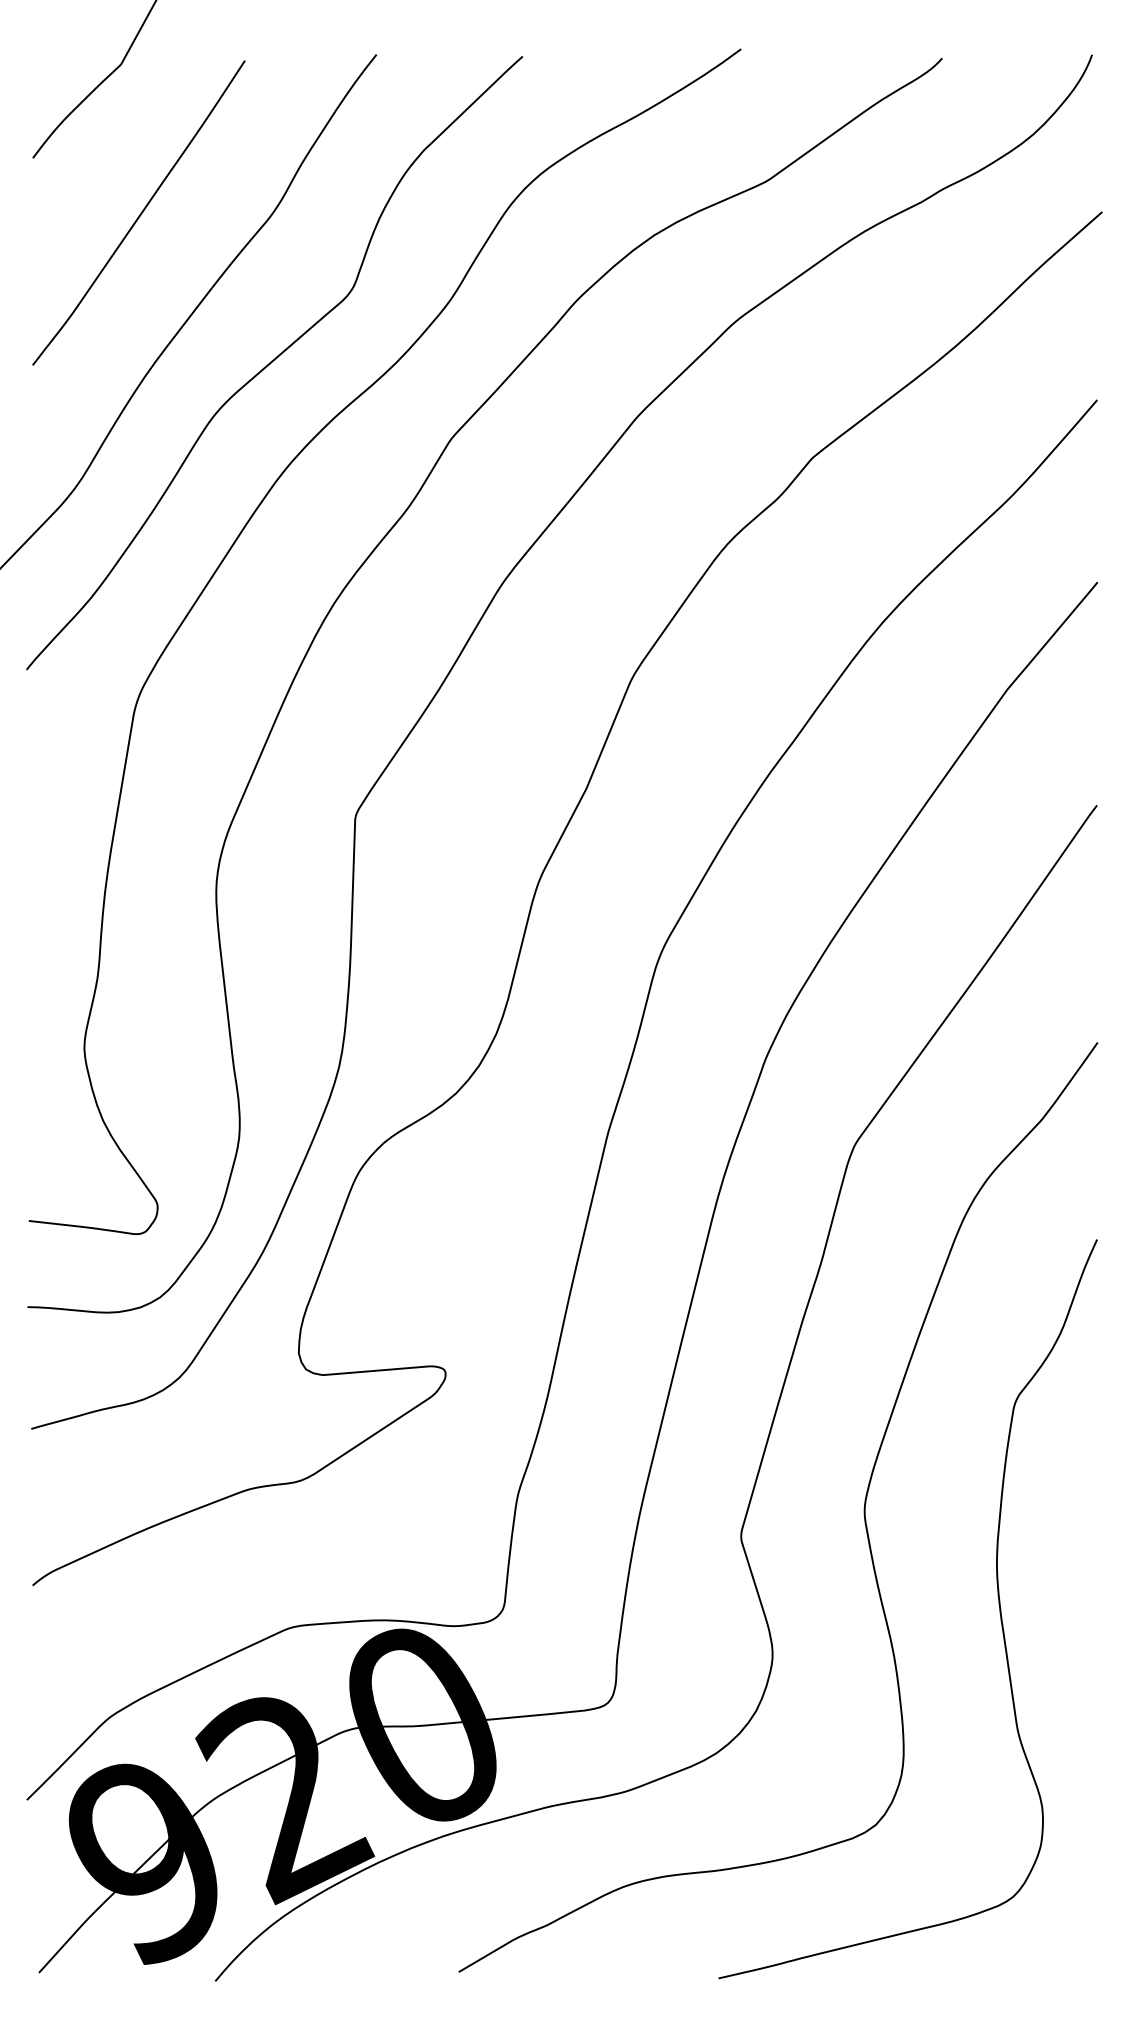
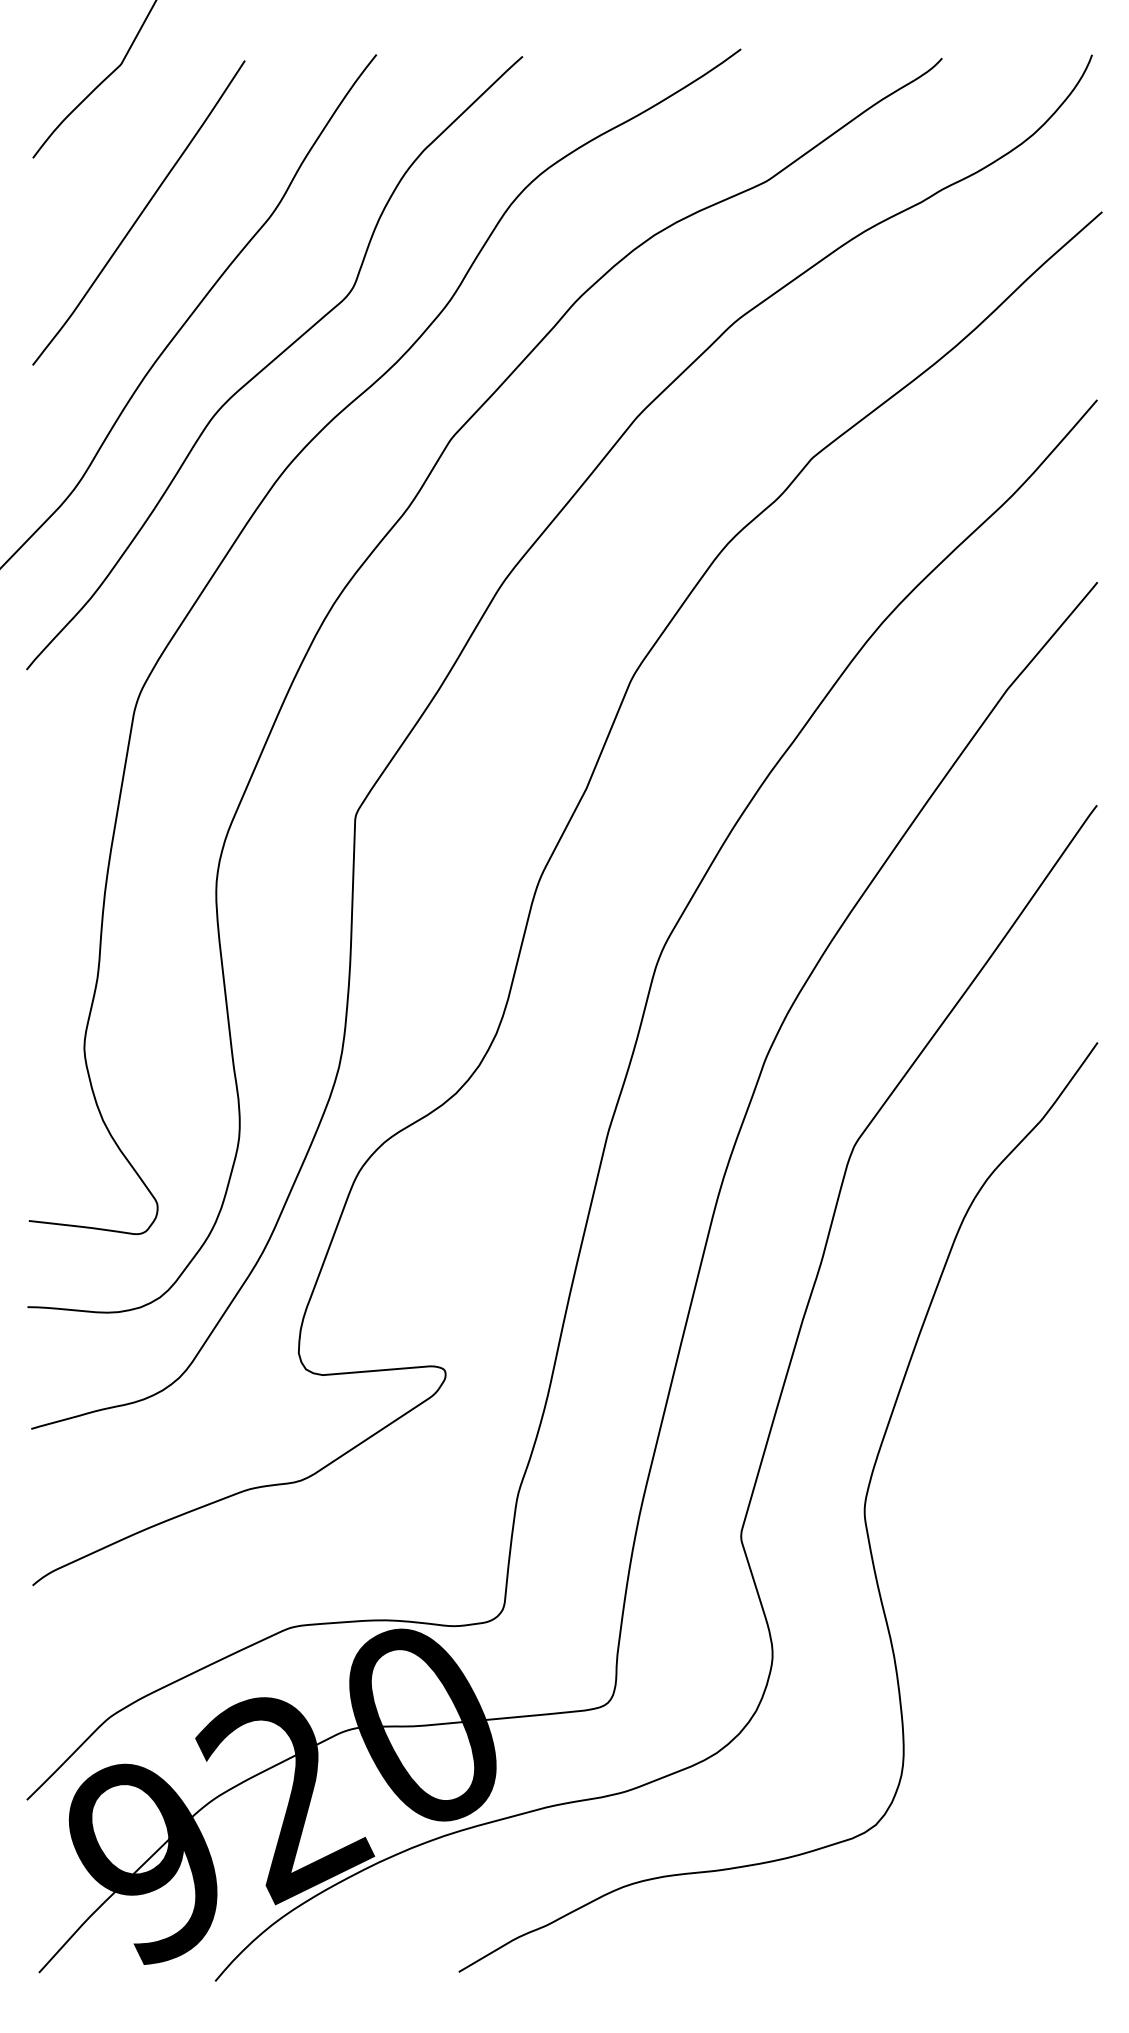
curve at (997, 1596): present -> none
